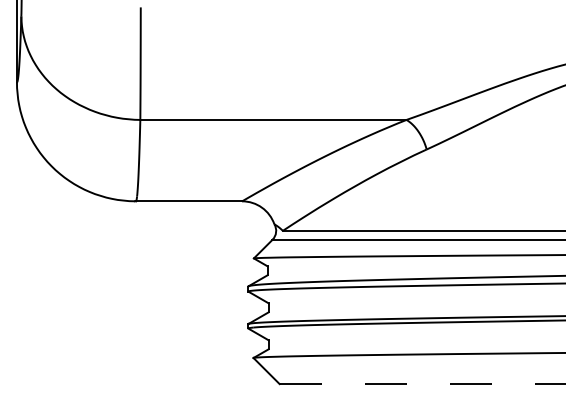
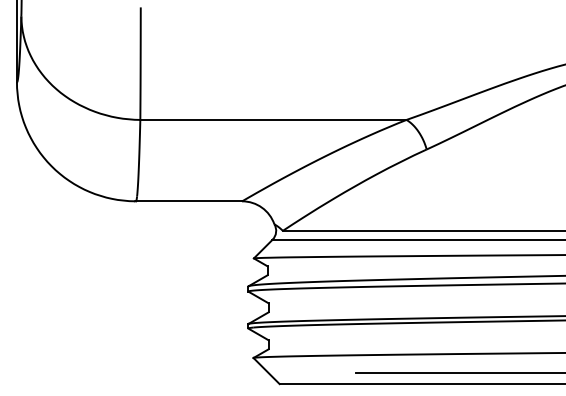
line at (459, 373): none -> present
line at (422, 384): dashed -> solid
